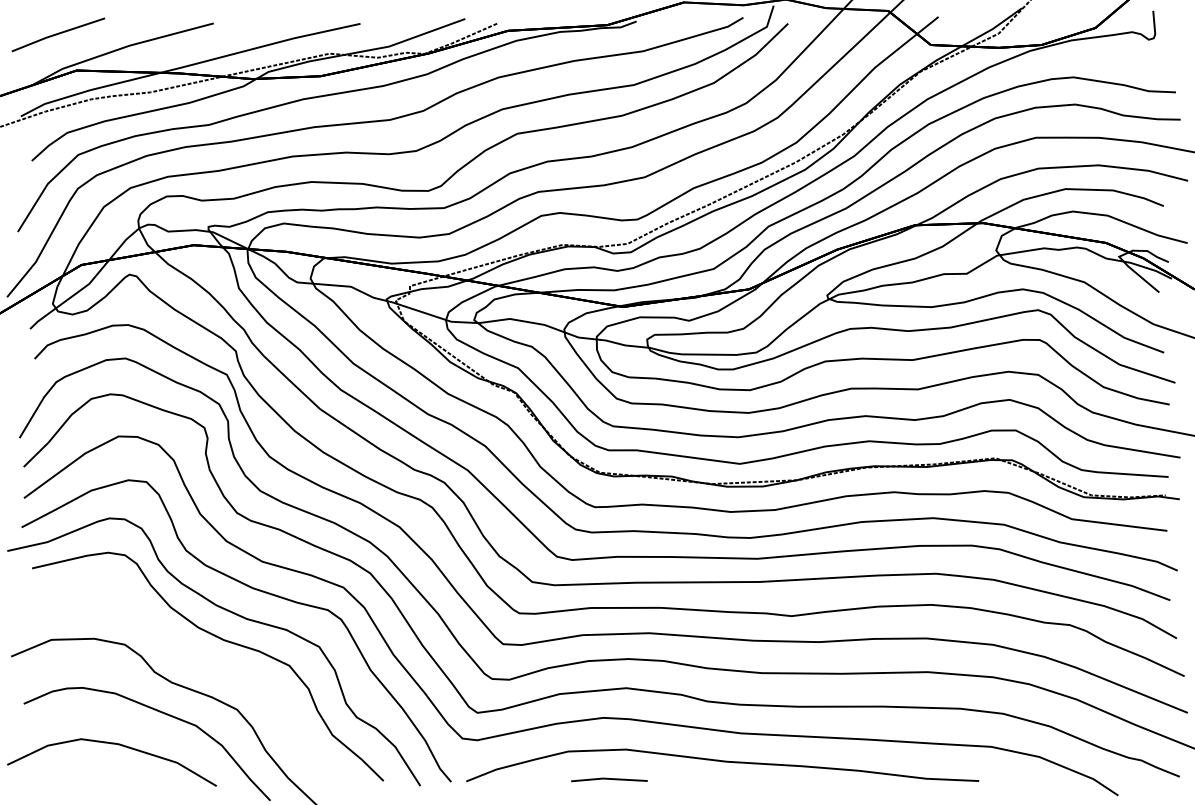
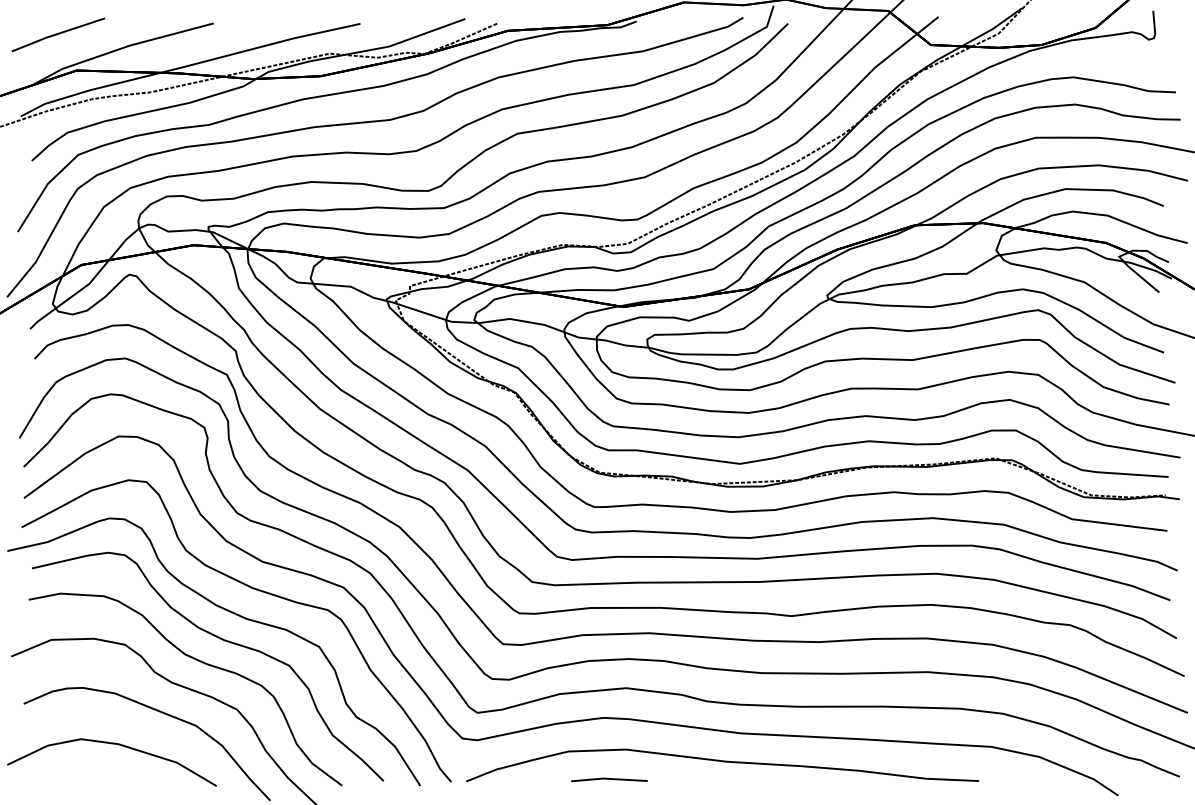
part at (195, 660): none -> present
